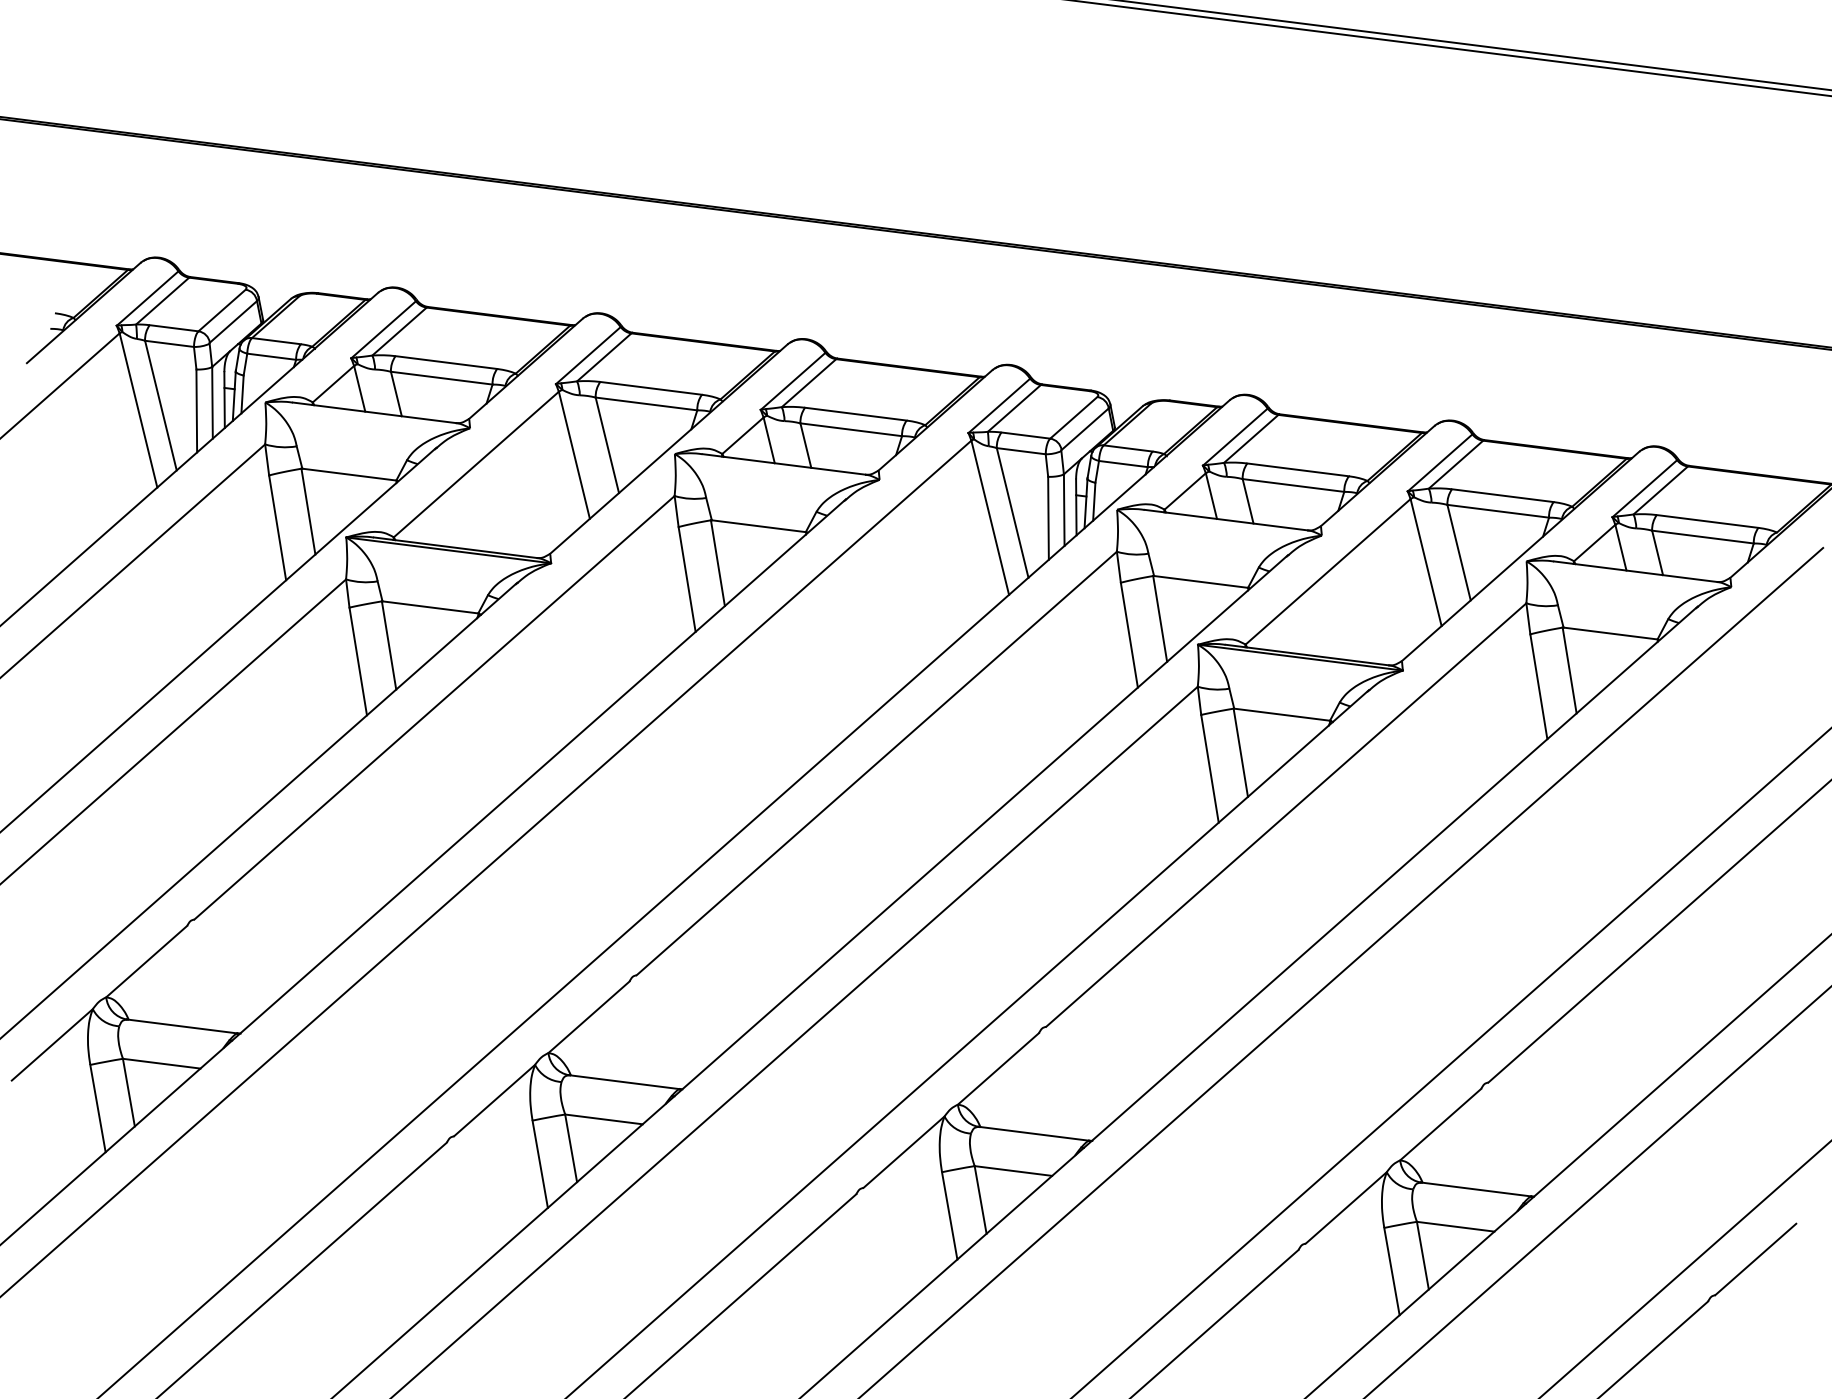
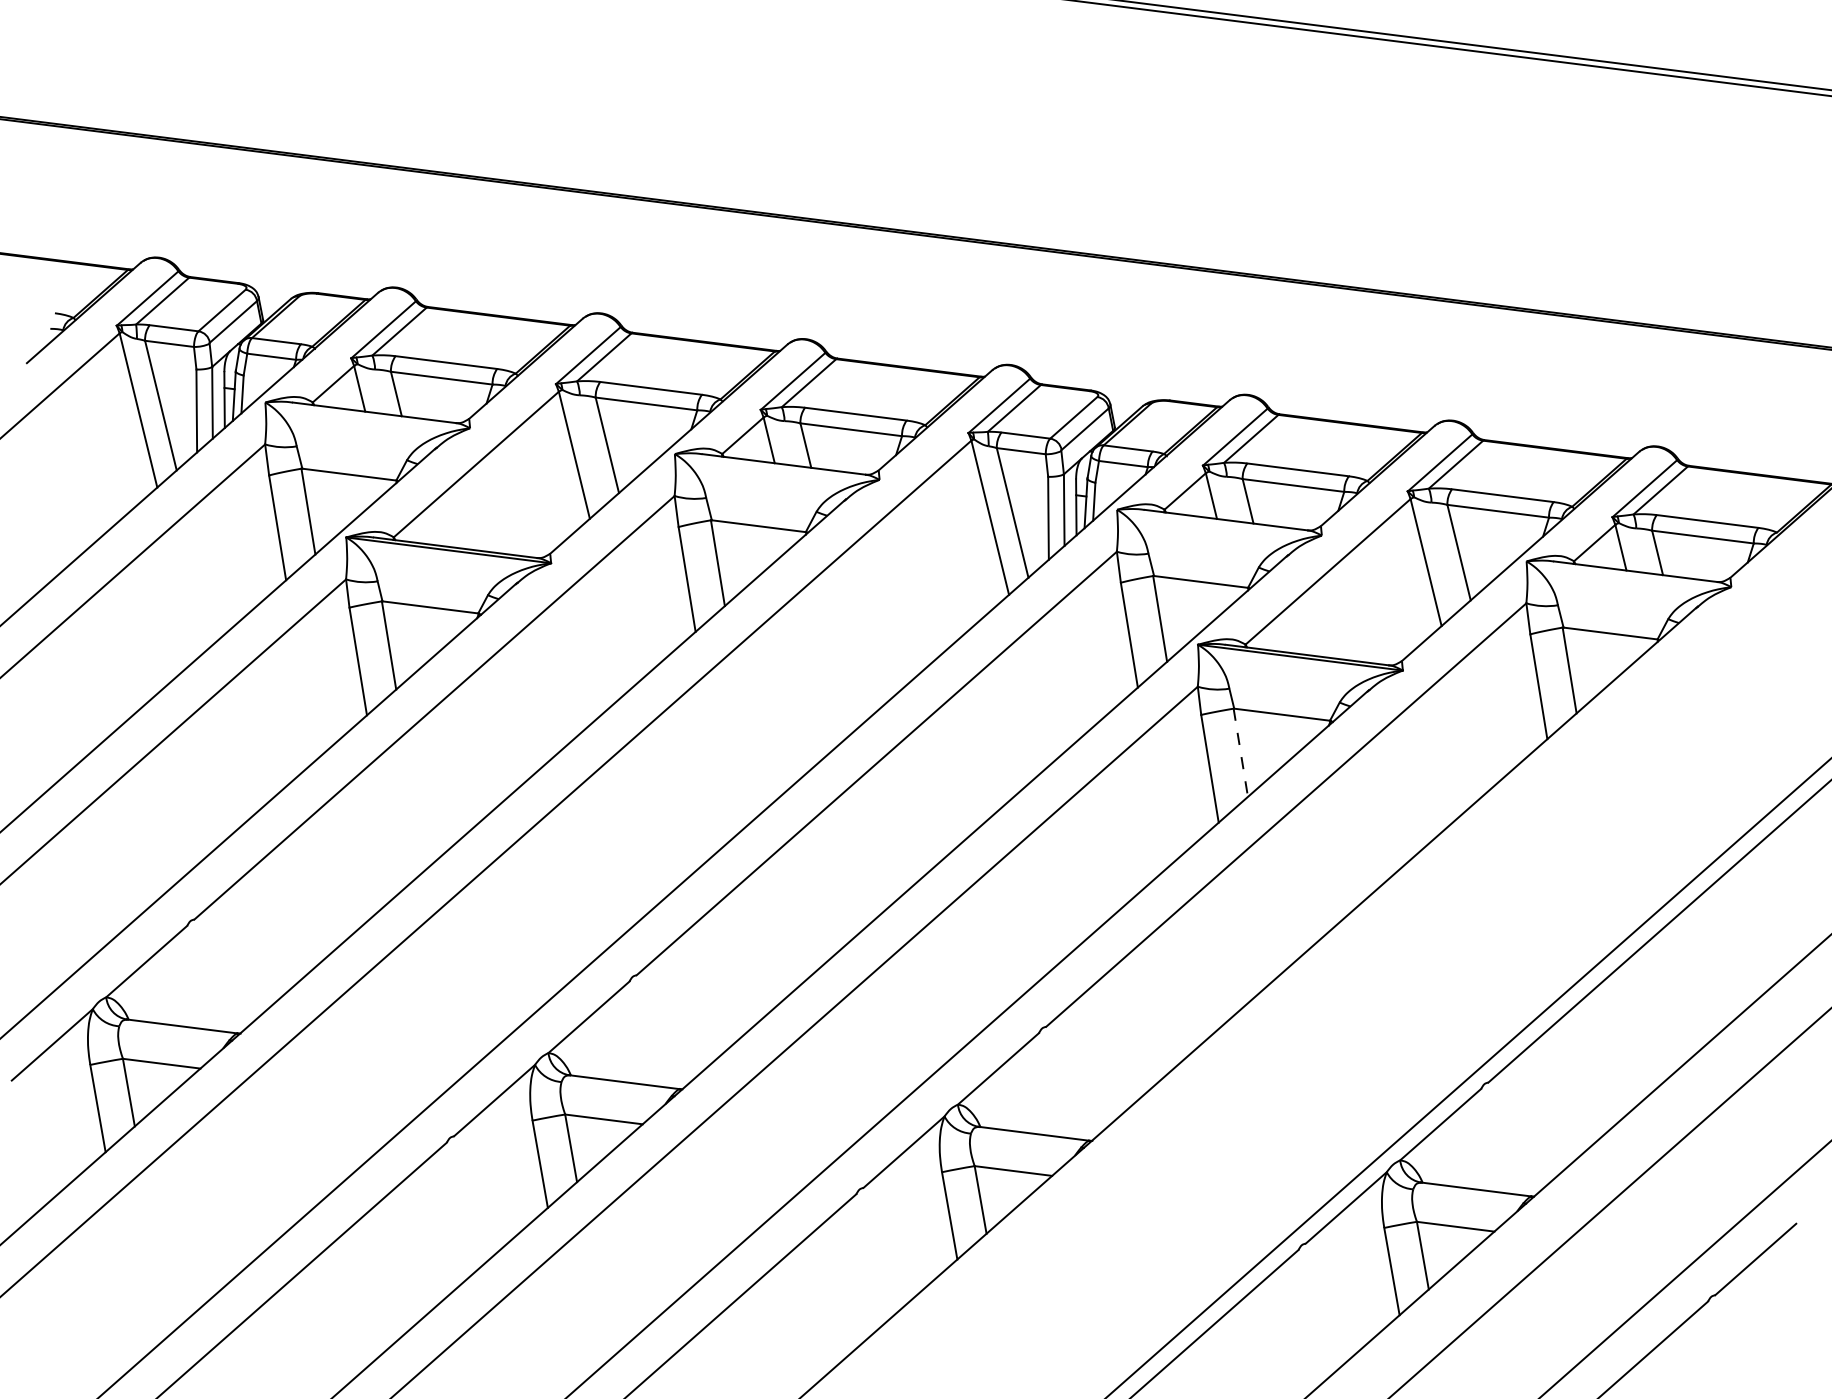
line at (1240, 752): solid -> dashed
line at (1342, 971): present -> none
line at (1451, 1062) position: (1451, 1062) -> (1468, 1077)
line at (1597, 1191) position: (1597, 1191) -> (1610, 1202)
